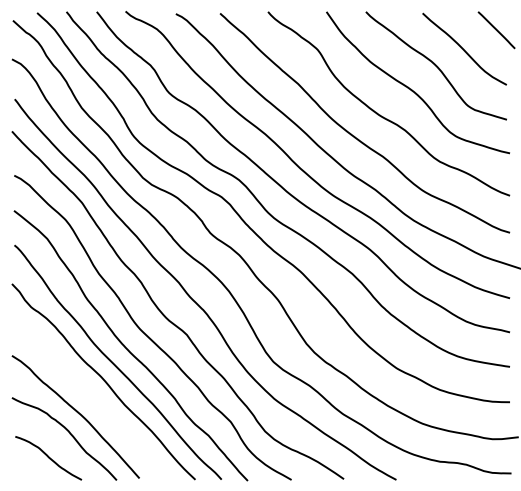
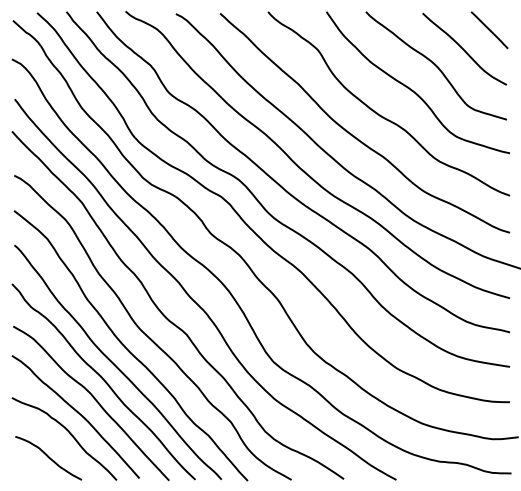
line at (496, 30) position: (496, 30) -> (489, 30)
curve at (95, 401): none -> present
